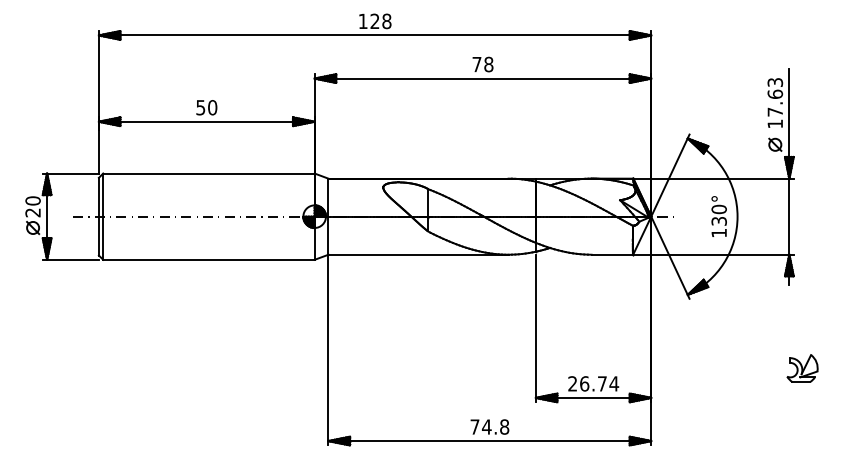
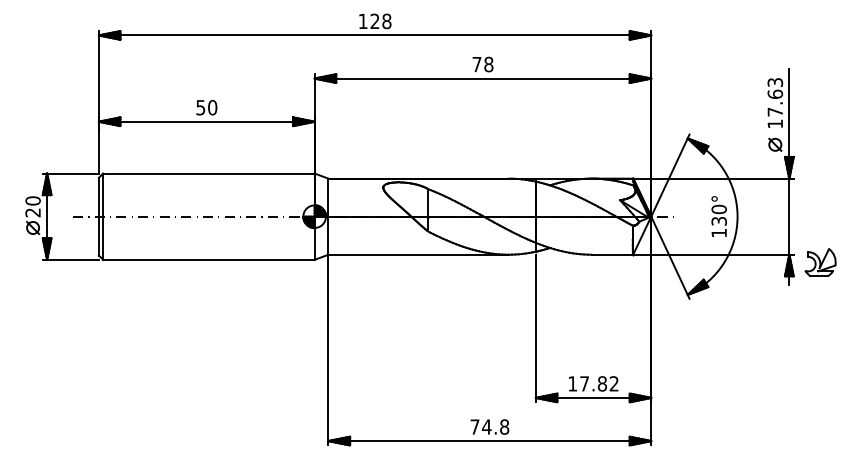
part at (802, 368) position: (802, 368) -> (820, 262)
text at (593, 383): 26.74 -> 17.82
